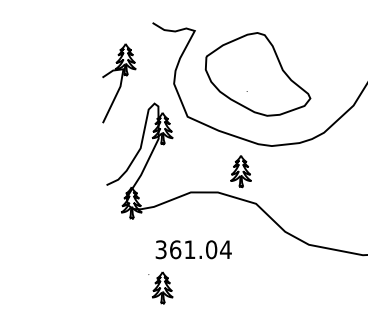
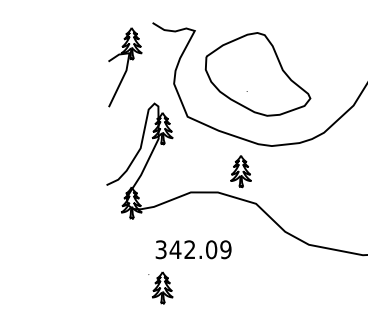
part at (119, 83) position: (119, 83) -> (125, 67)
text at (200, 249): 361.04 -> 342.09
